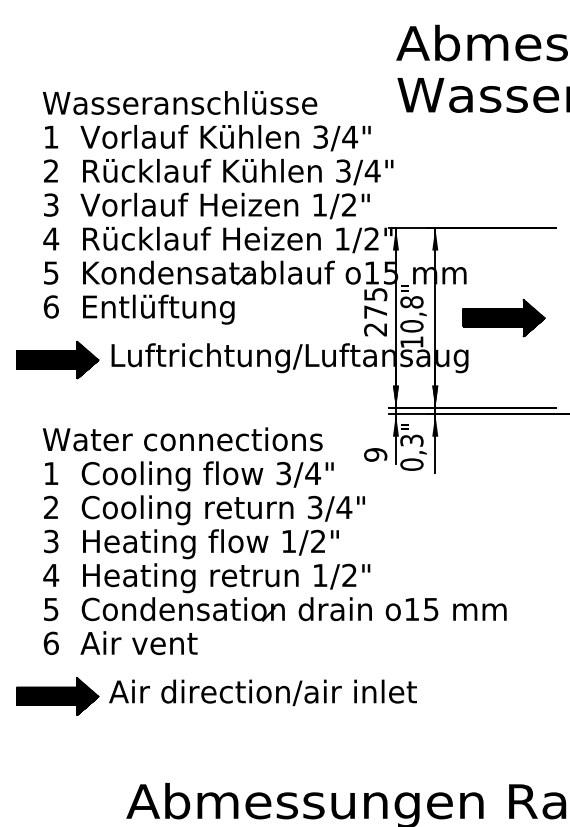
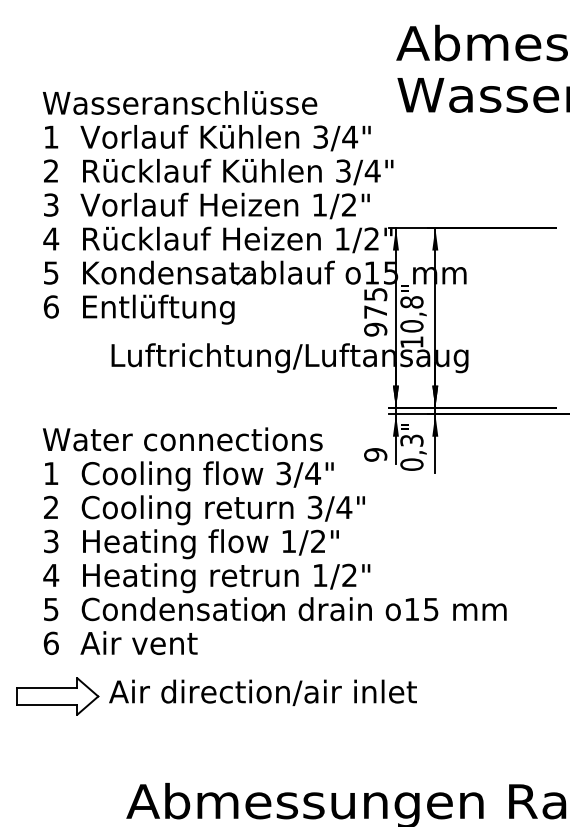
part at (503, 317): present -> none
text at (375, 329): 275 -> 975
part at (57, 359): present -> none
hatch at (57, 696): present -> none
